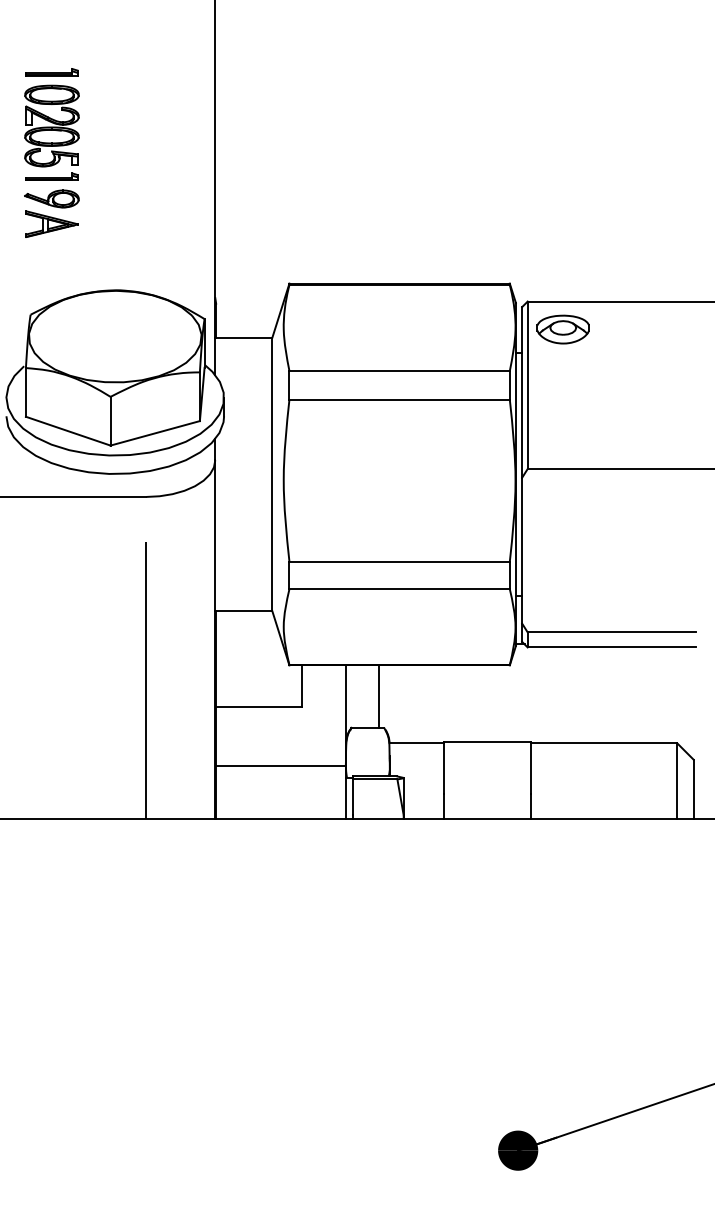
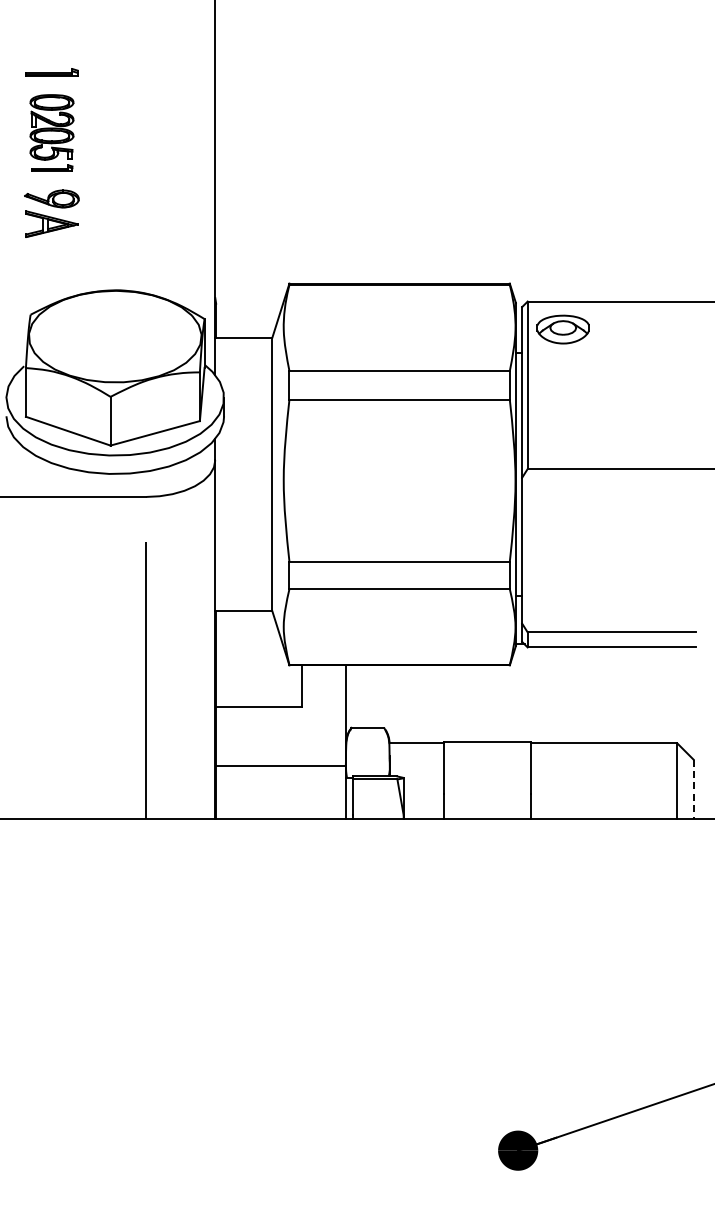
part at (51, 132) size: 56x97 px -> 46x78 px
line at (379, 696): present -> none
line at (693, 789): solid -> dashed
